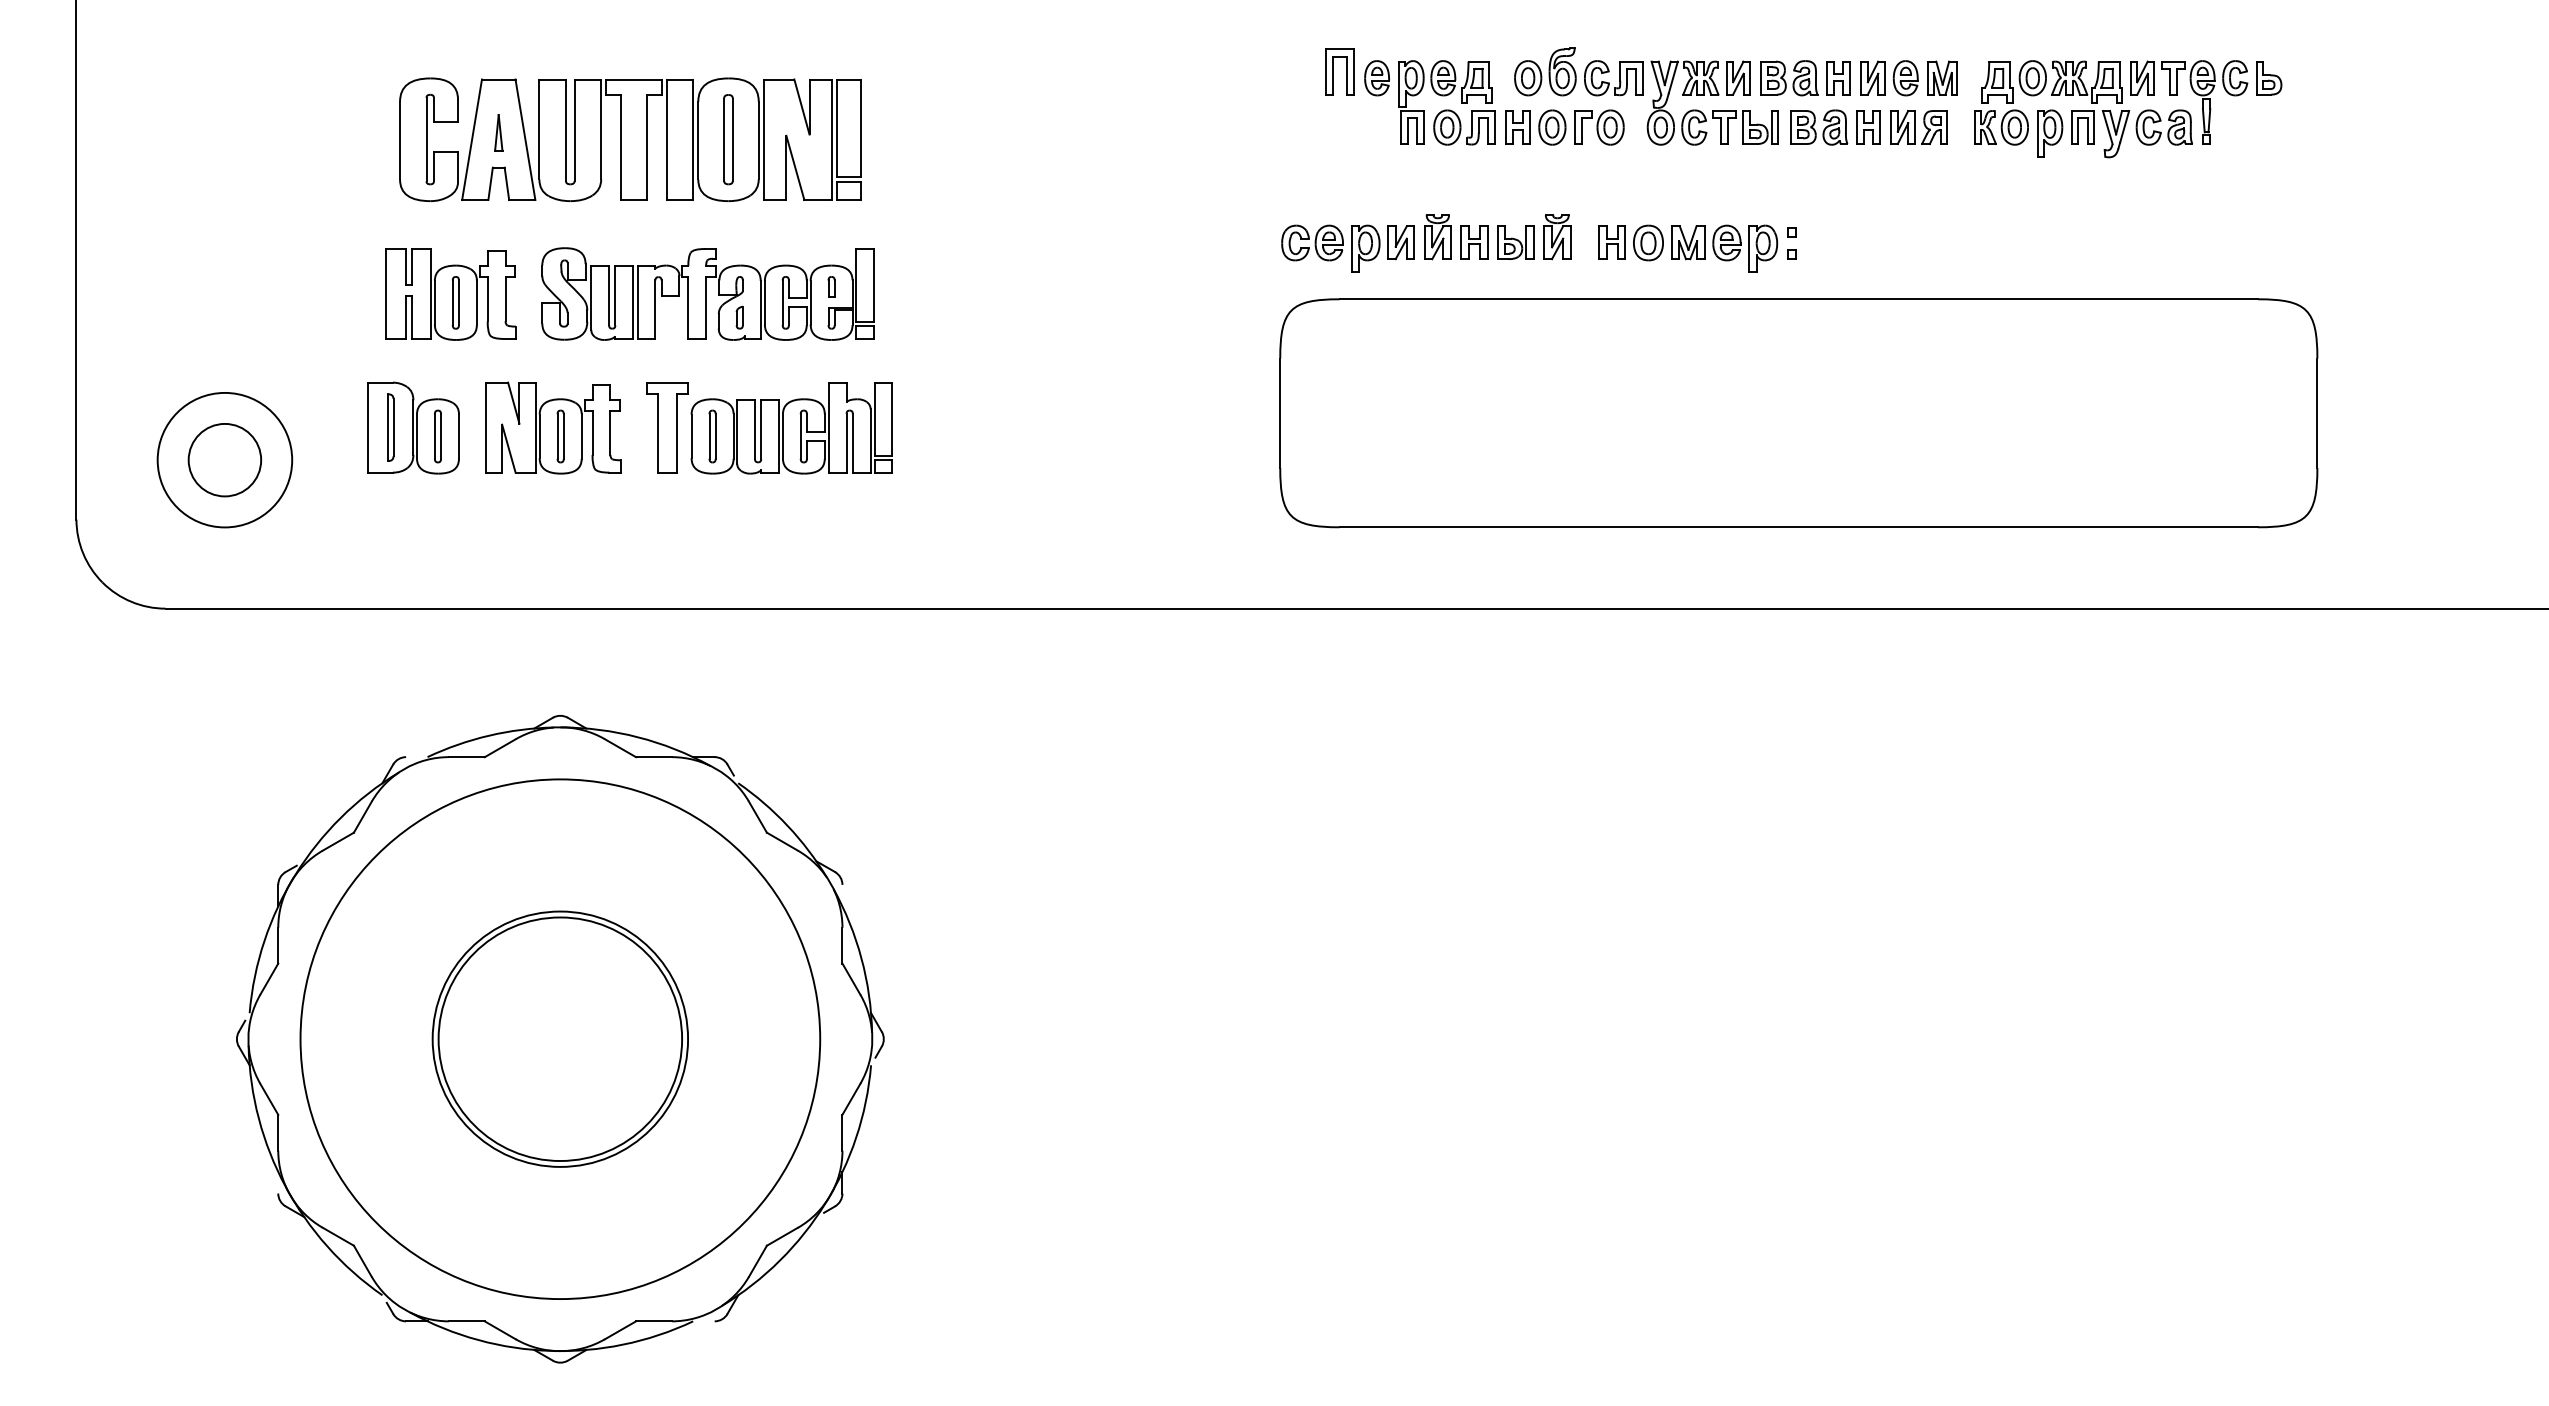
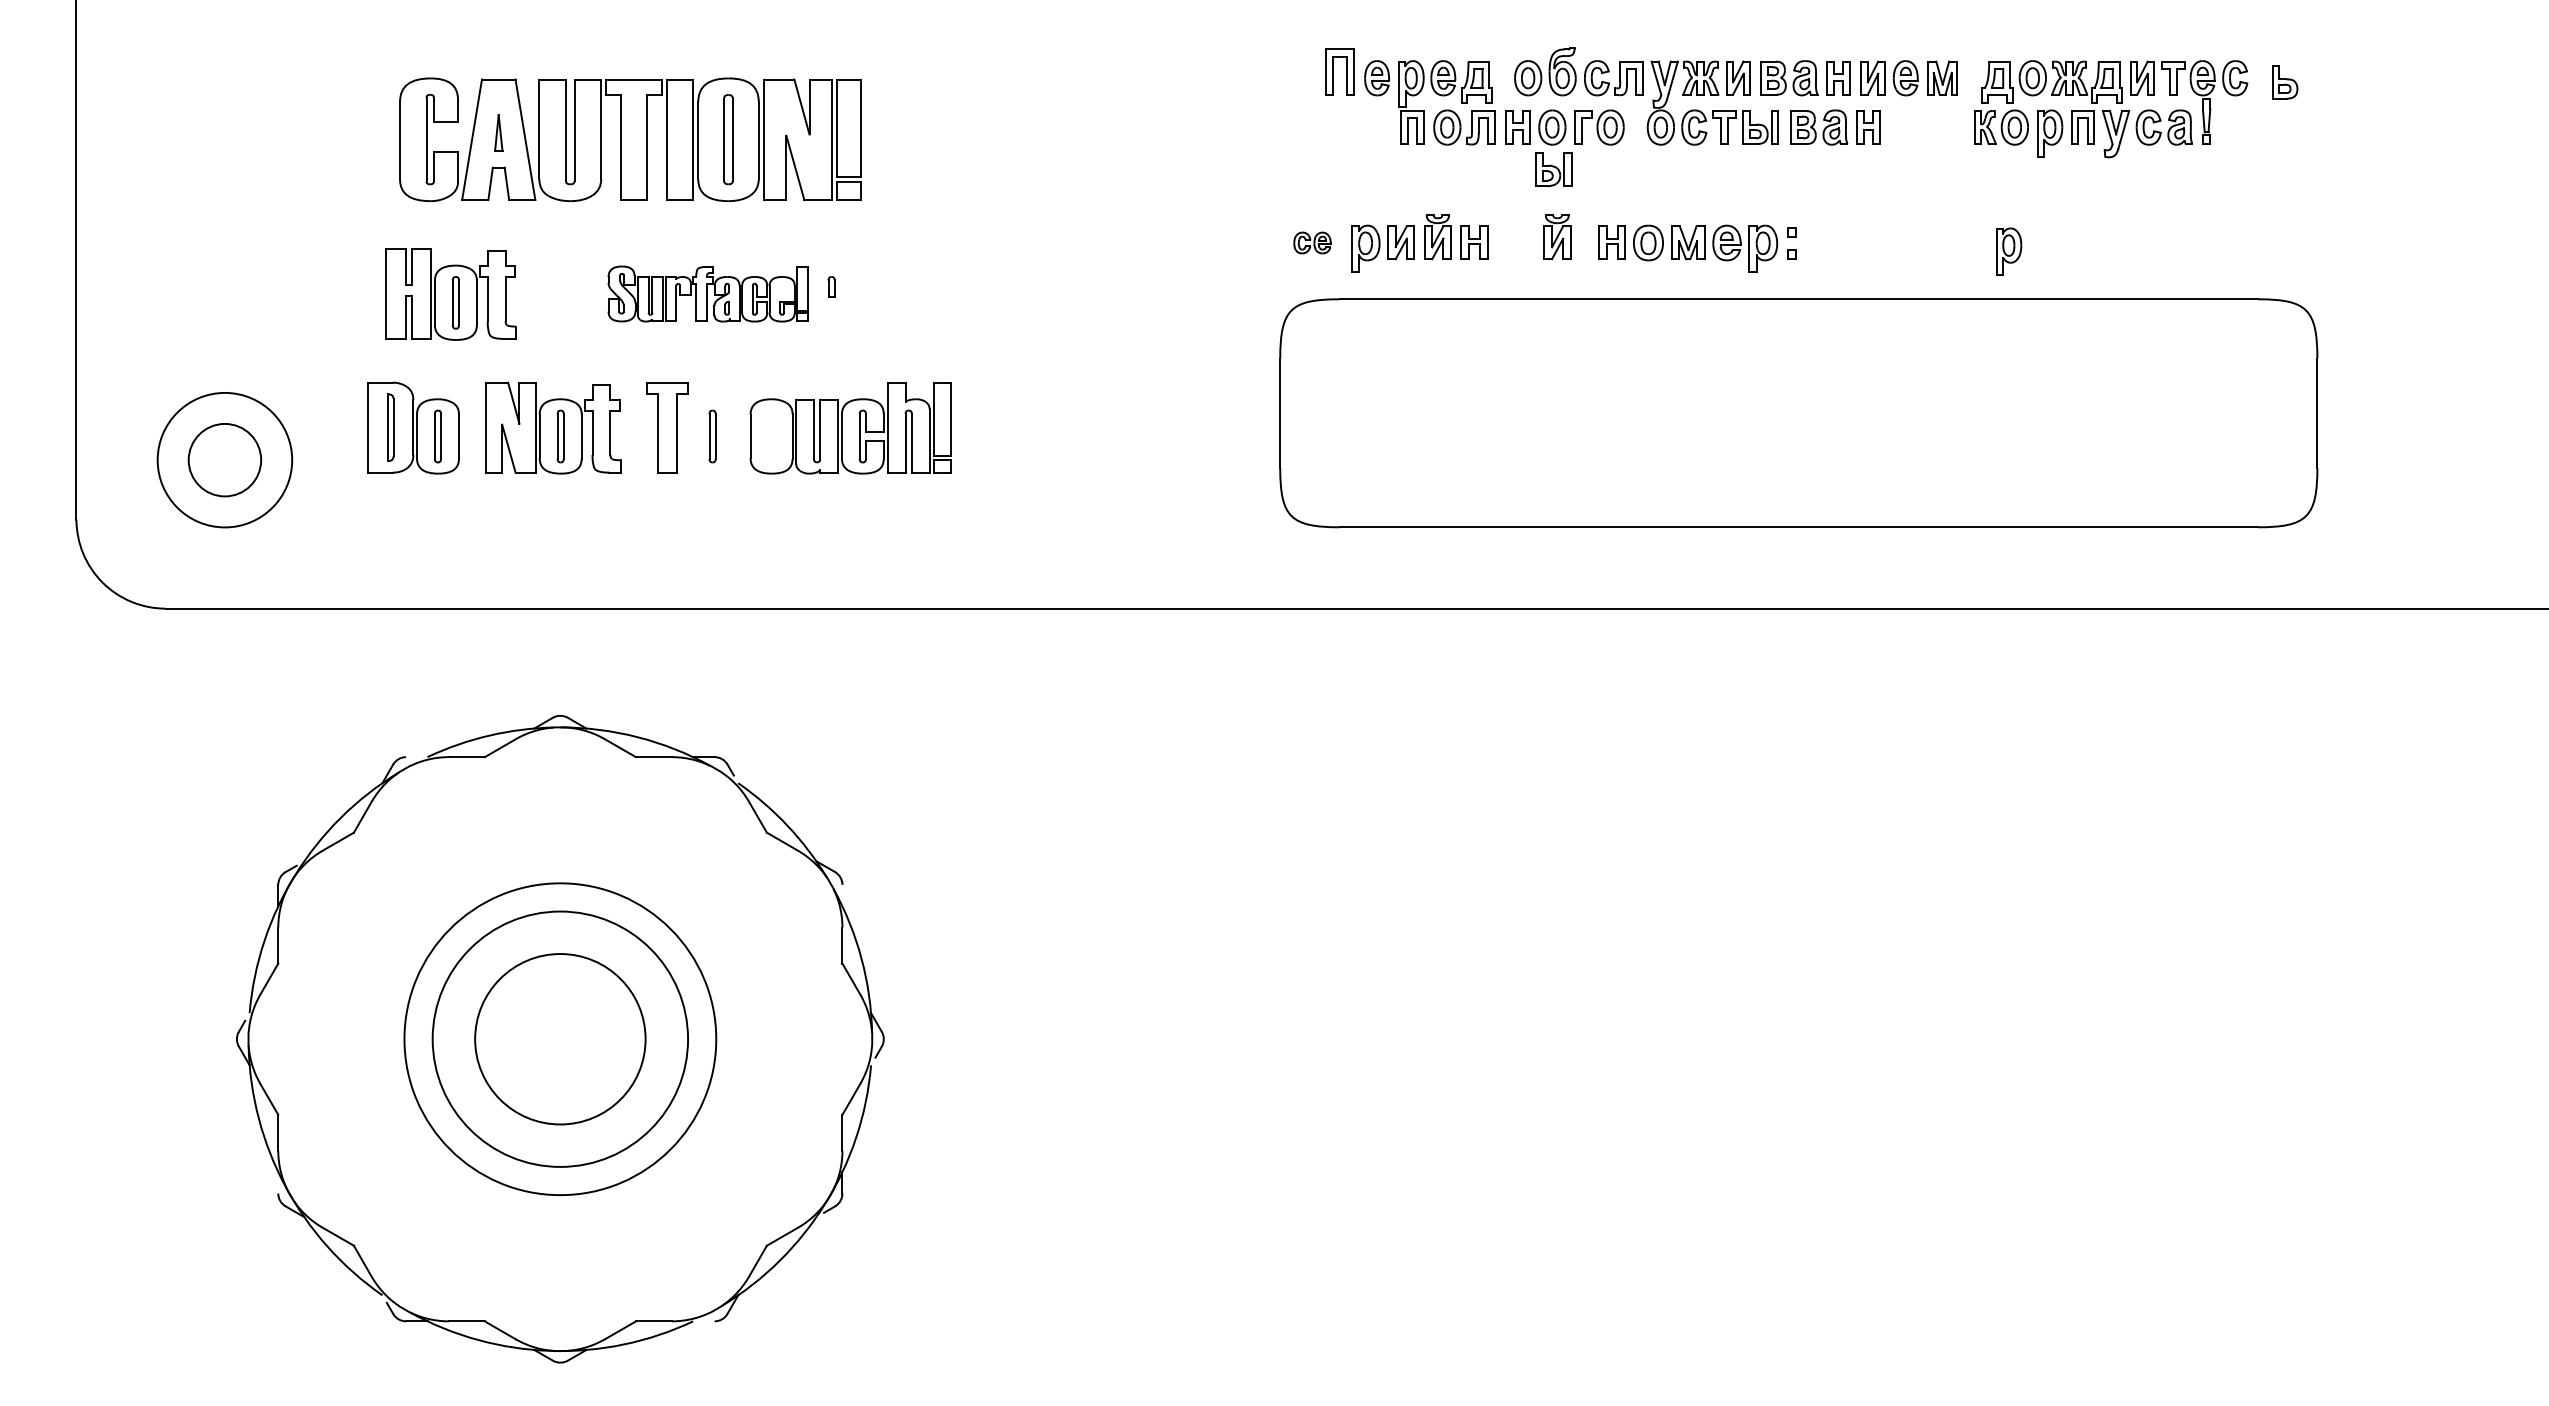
part at (2269, 78) position: (2269, 78) -> (2285, 82)
part at (1918, 127): present -> none
part at (1312, 242) size: 63x38 px -> 39x24 px
part at (1515, 242) position: (1515, 242) -> (1553, 169)
part at (2009, 251): none -> present
part at (707, 293) size: 334x94 px -> 202x58 px
part at (791, 428) position: (791, 428) -> (850, 428)
circle at (560, 1038) diameter: 244 px -> 170 px
circle at (560, 1039) diameter: 520 px -> 312 px
